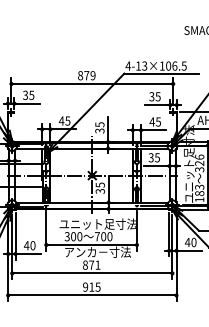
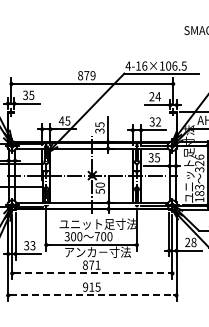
text at (144, 65): 4-13×106.5 -> 4-16×106.5
text at (154, 96): 35 -> 24
text at (155, 121): 45 -> 32
text at (99, 187): 35 -> 50
text at (190, 242): 40 -> 28
text at (29, 245): 40 -> 33
line at (92, 273): solid -> dashed
line at (92, 295): solid -> dashed
